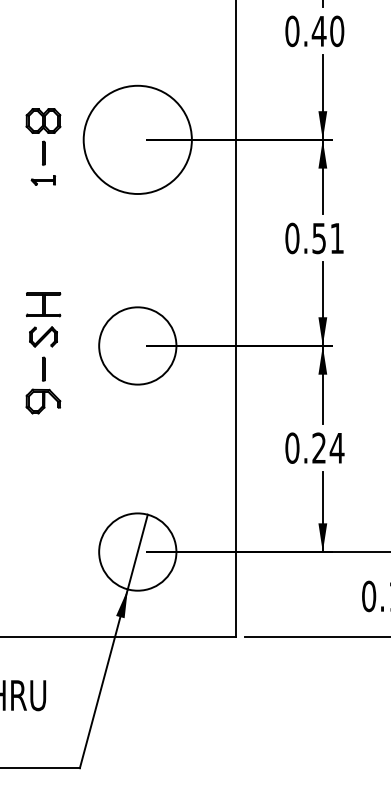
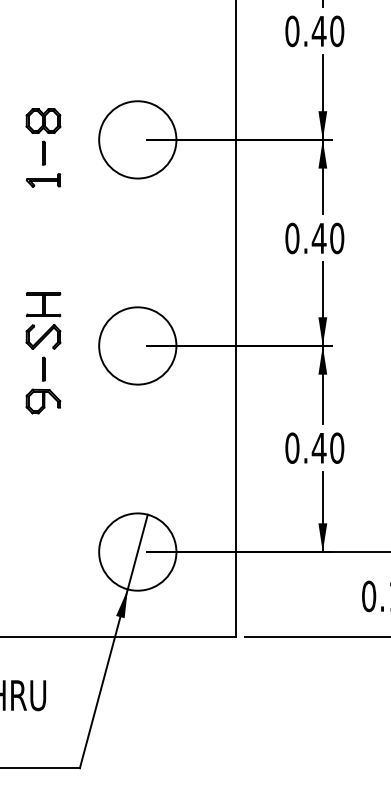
circle at (137, 139) diameter: 108 px -> 77 px
part at (42, 180) size: 26x11 px -> 37x15 px
text at (327, 238): 0.51 -> 0.40
part at (43, 336) size: 29x22 px -> 37x26 px
text at (327, 447): 0.24 -> 0.40
